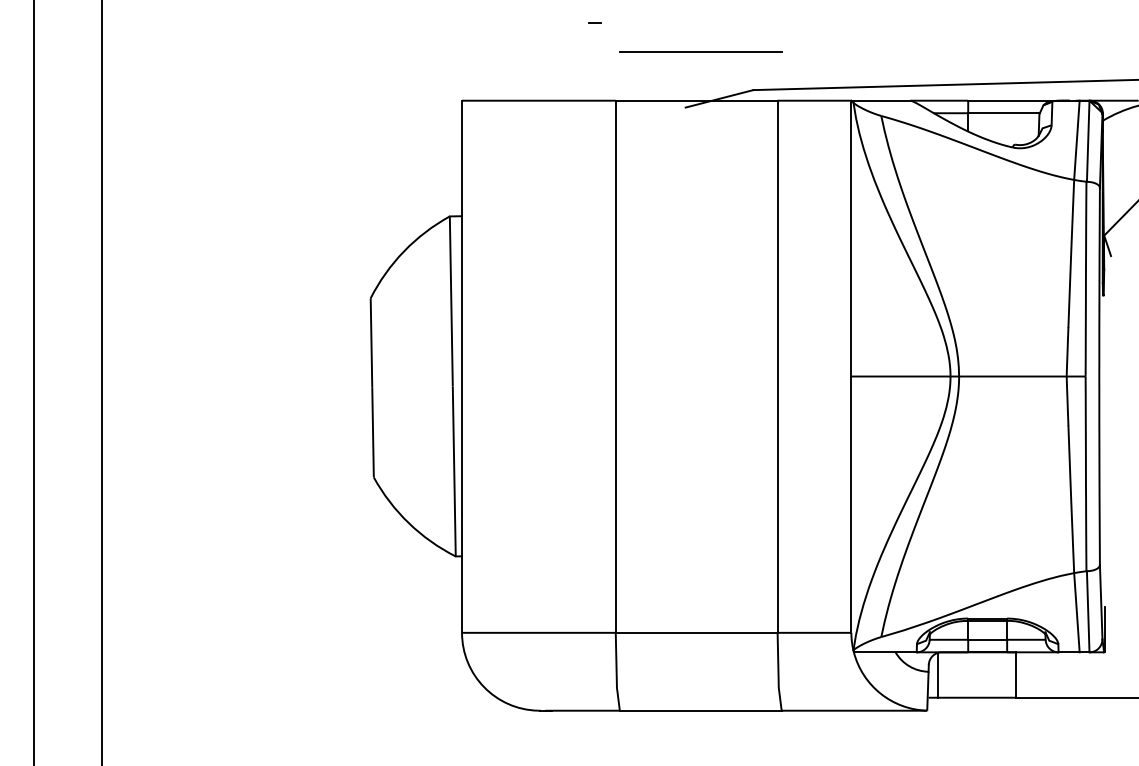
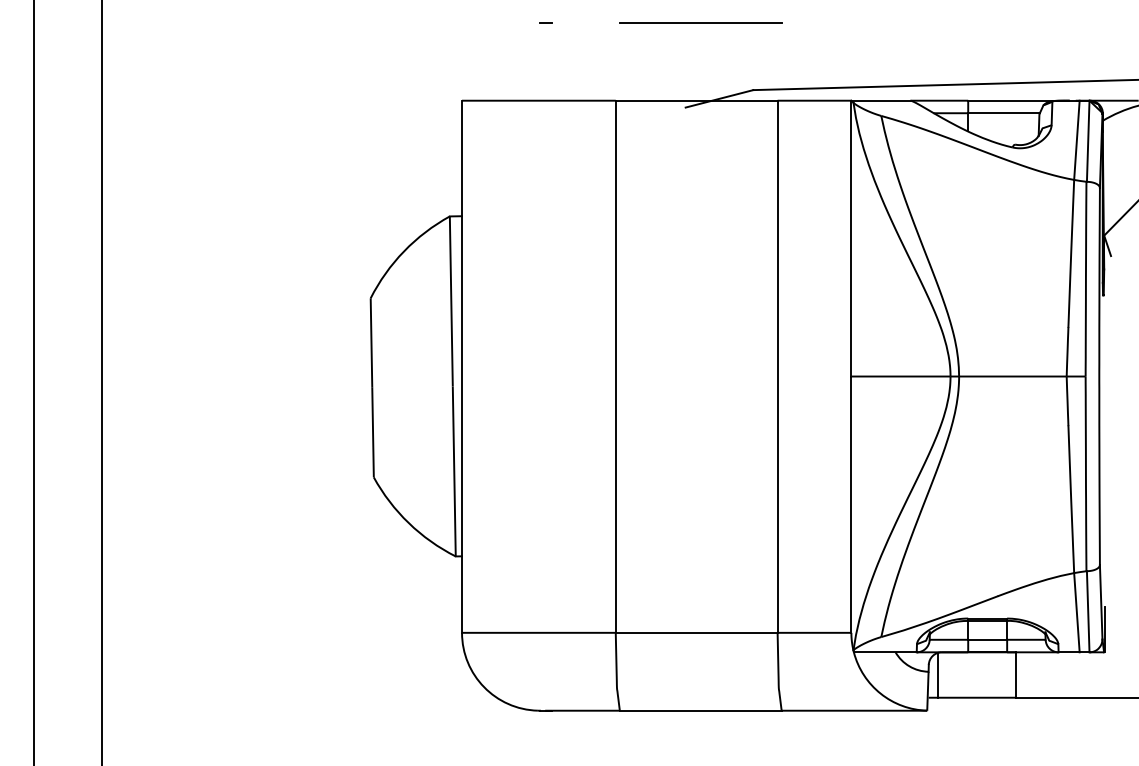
line at (594, 22) position: (594, 22) -> (545, 22)
line at (700, 51) position: (700, 51) -> (700, 22)
